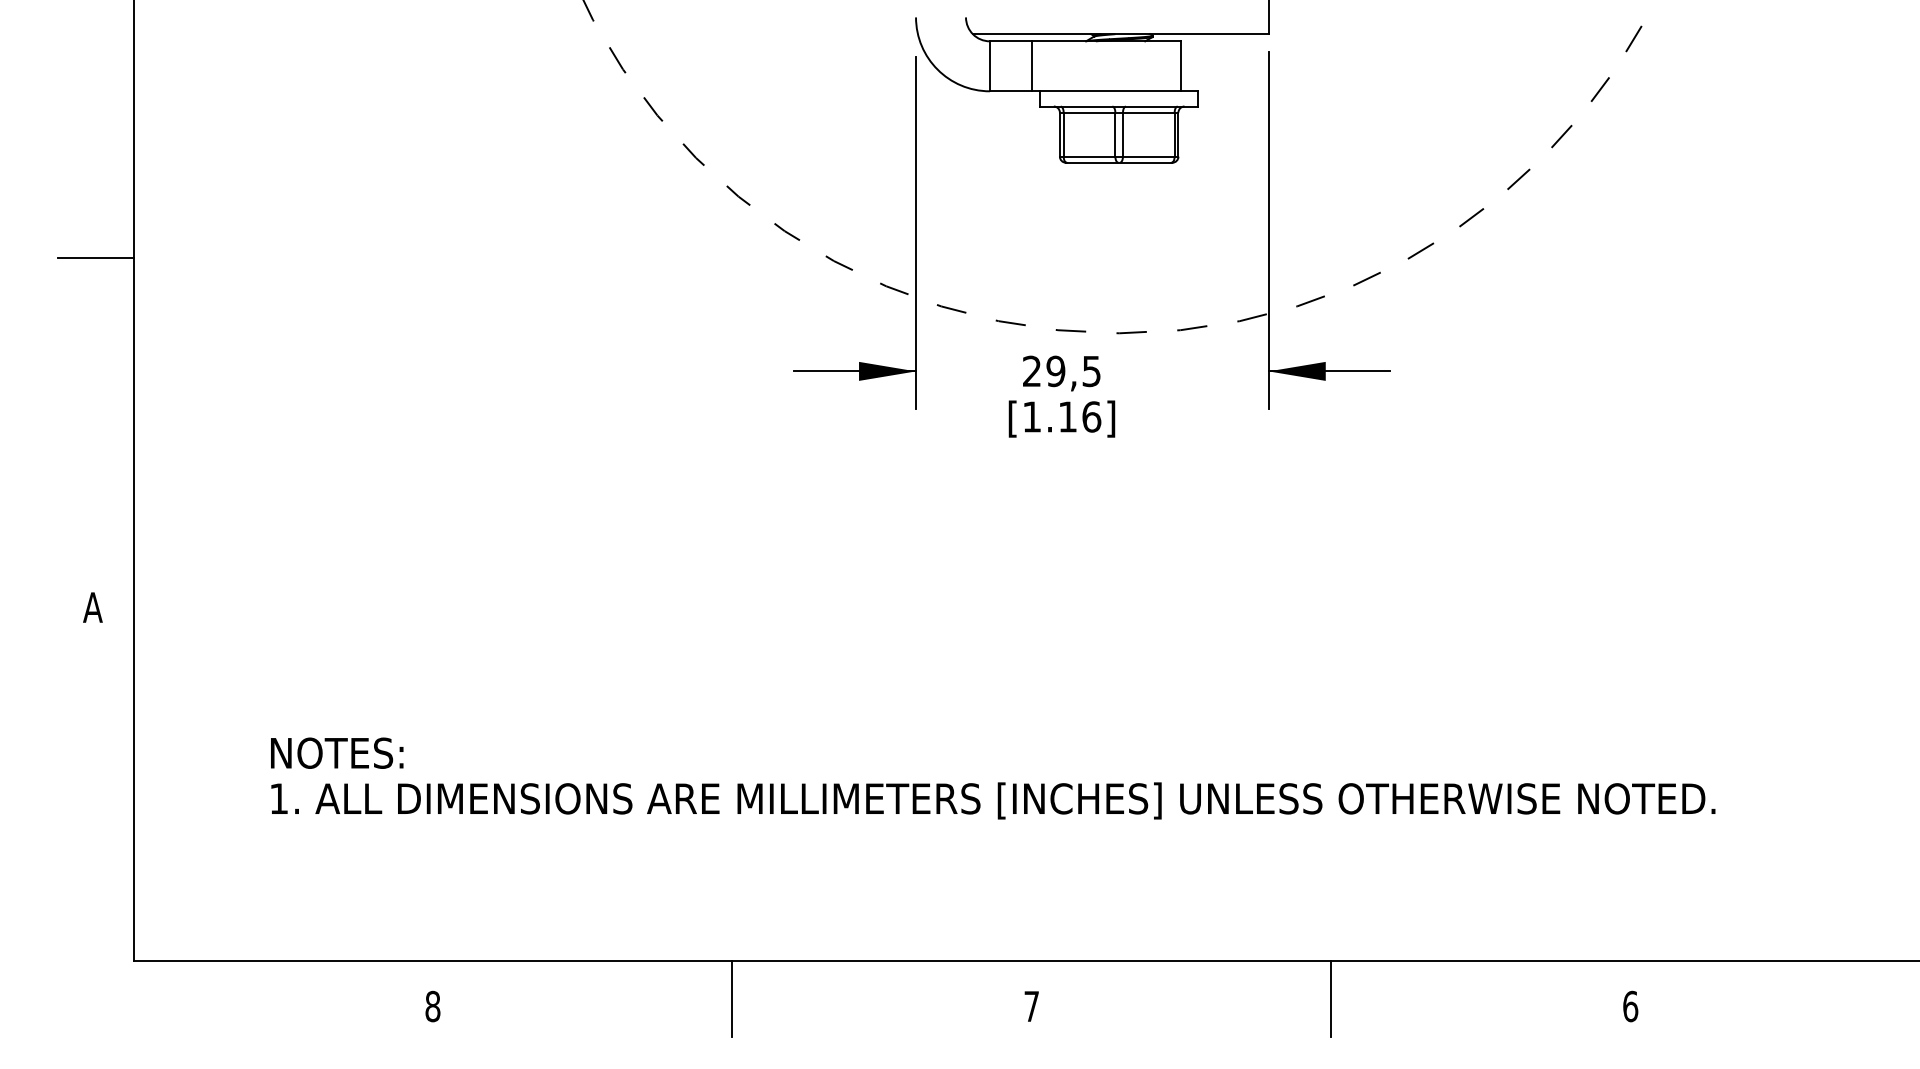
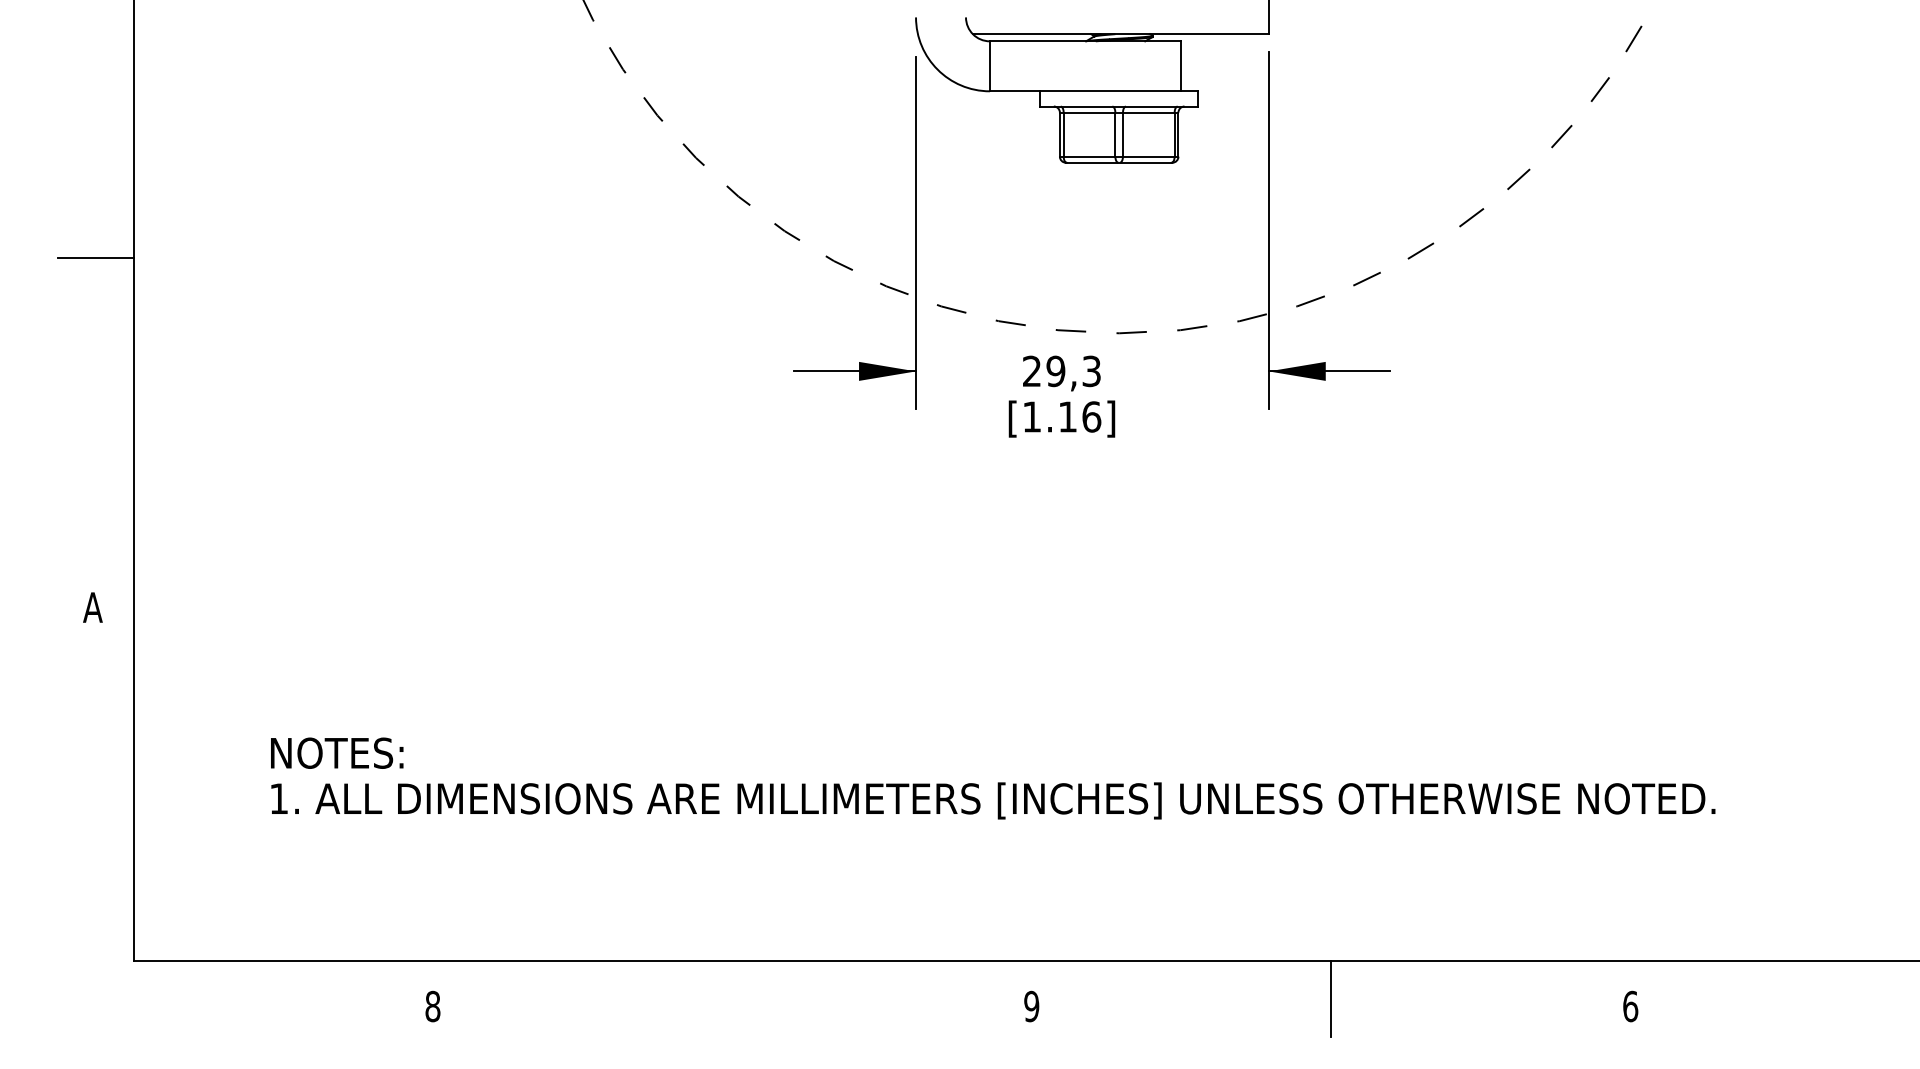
line at (1031, 66): present -> none
text at (1091, 370): 29,5 -> 29,3
line at (732, 998): present -> none
text at (1031, 1006): 7 -> 9
